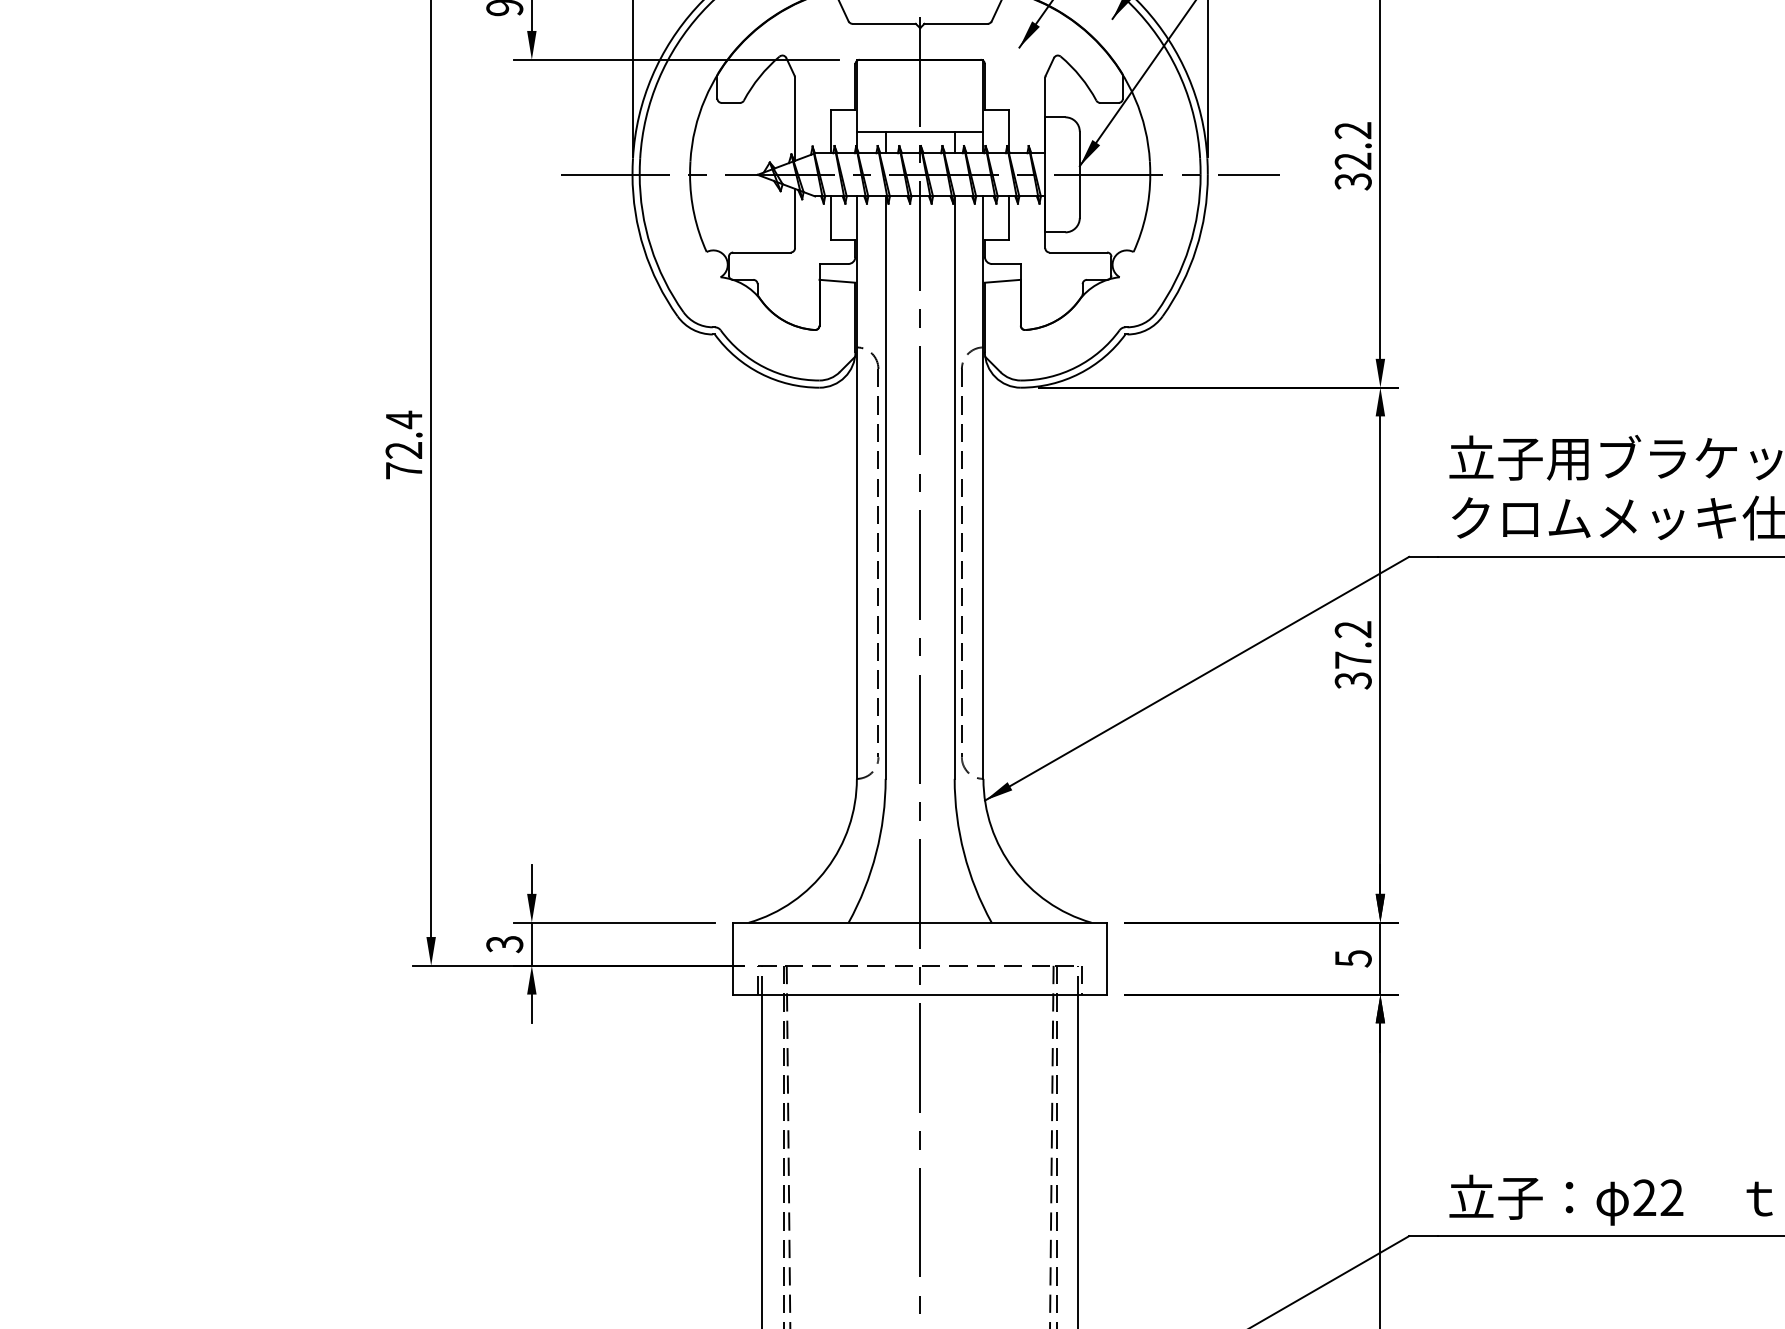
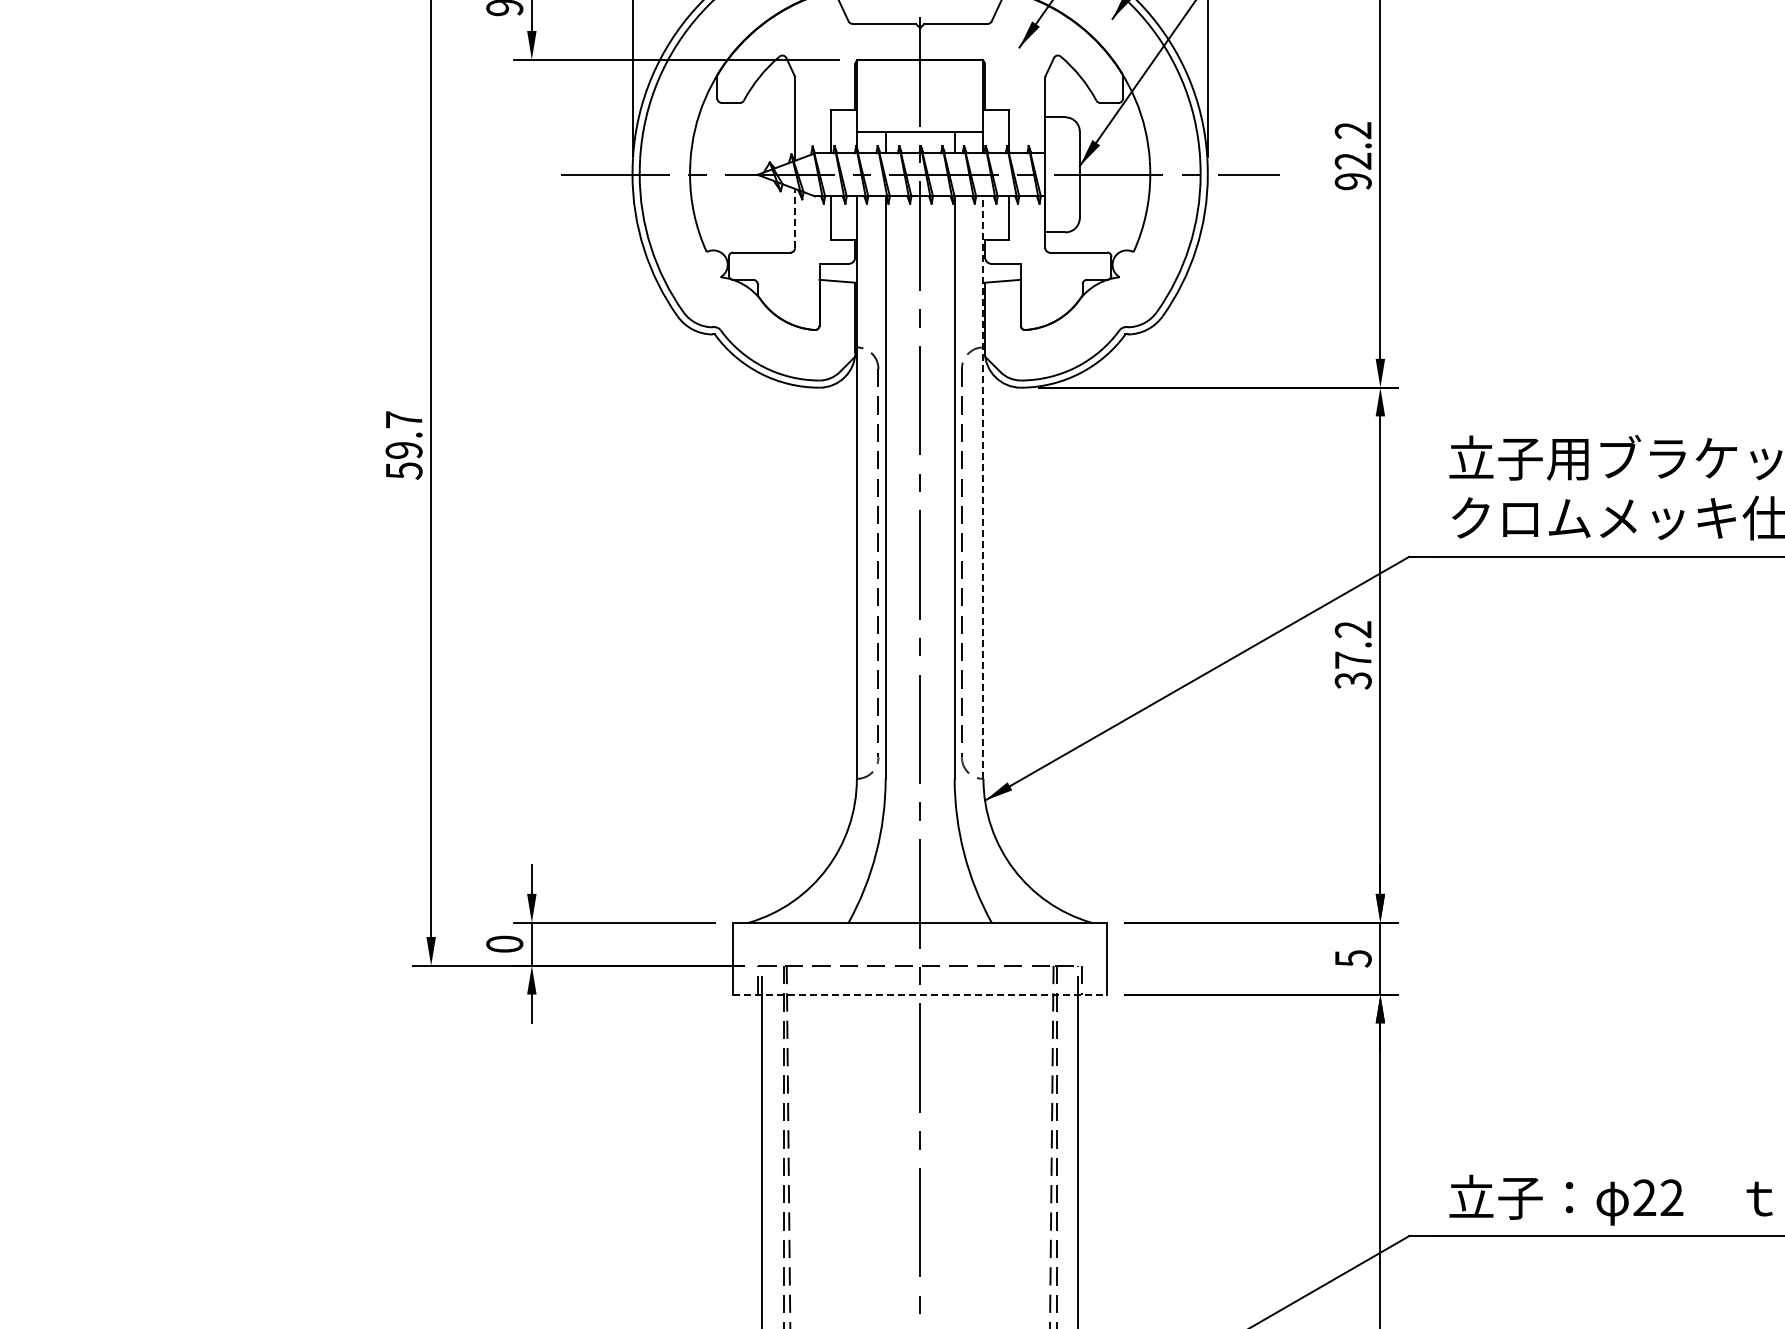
text at (1353, 181): 32.2 -> 92.2
line at (795, 218): solid -> dashed
text at (404, 444): 72.4 -> 59.7
line at (983, 487): solid -> dashed
text at (504, 944): 3 -> 0
line at (920, 994): solid -> dashed
